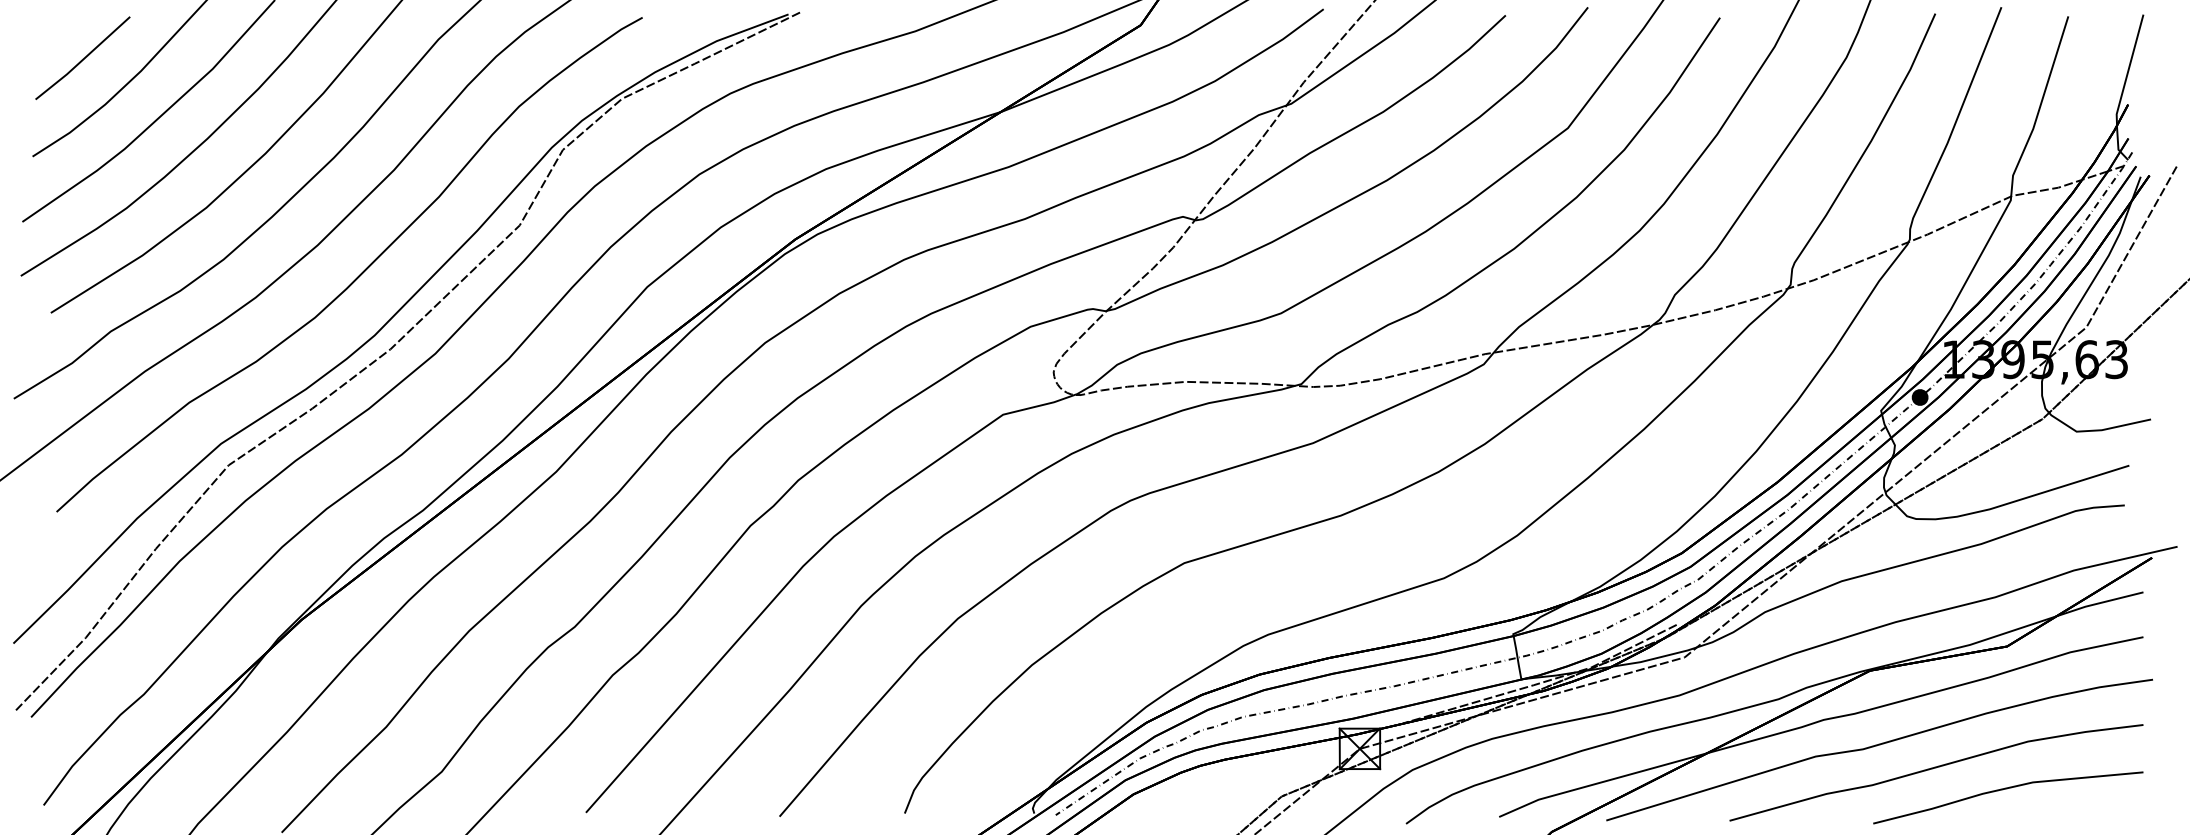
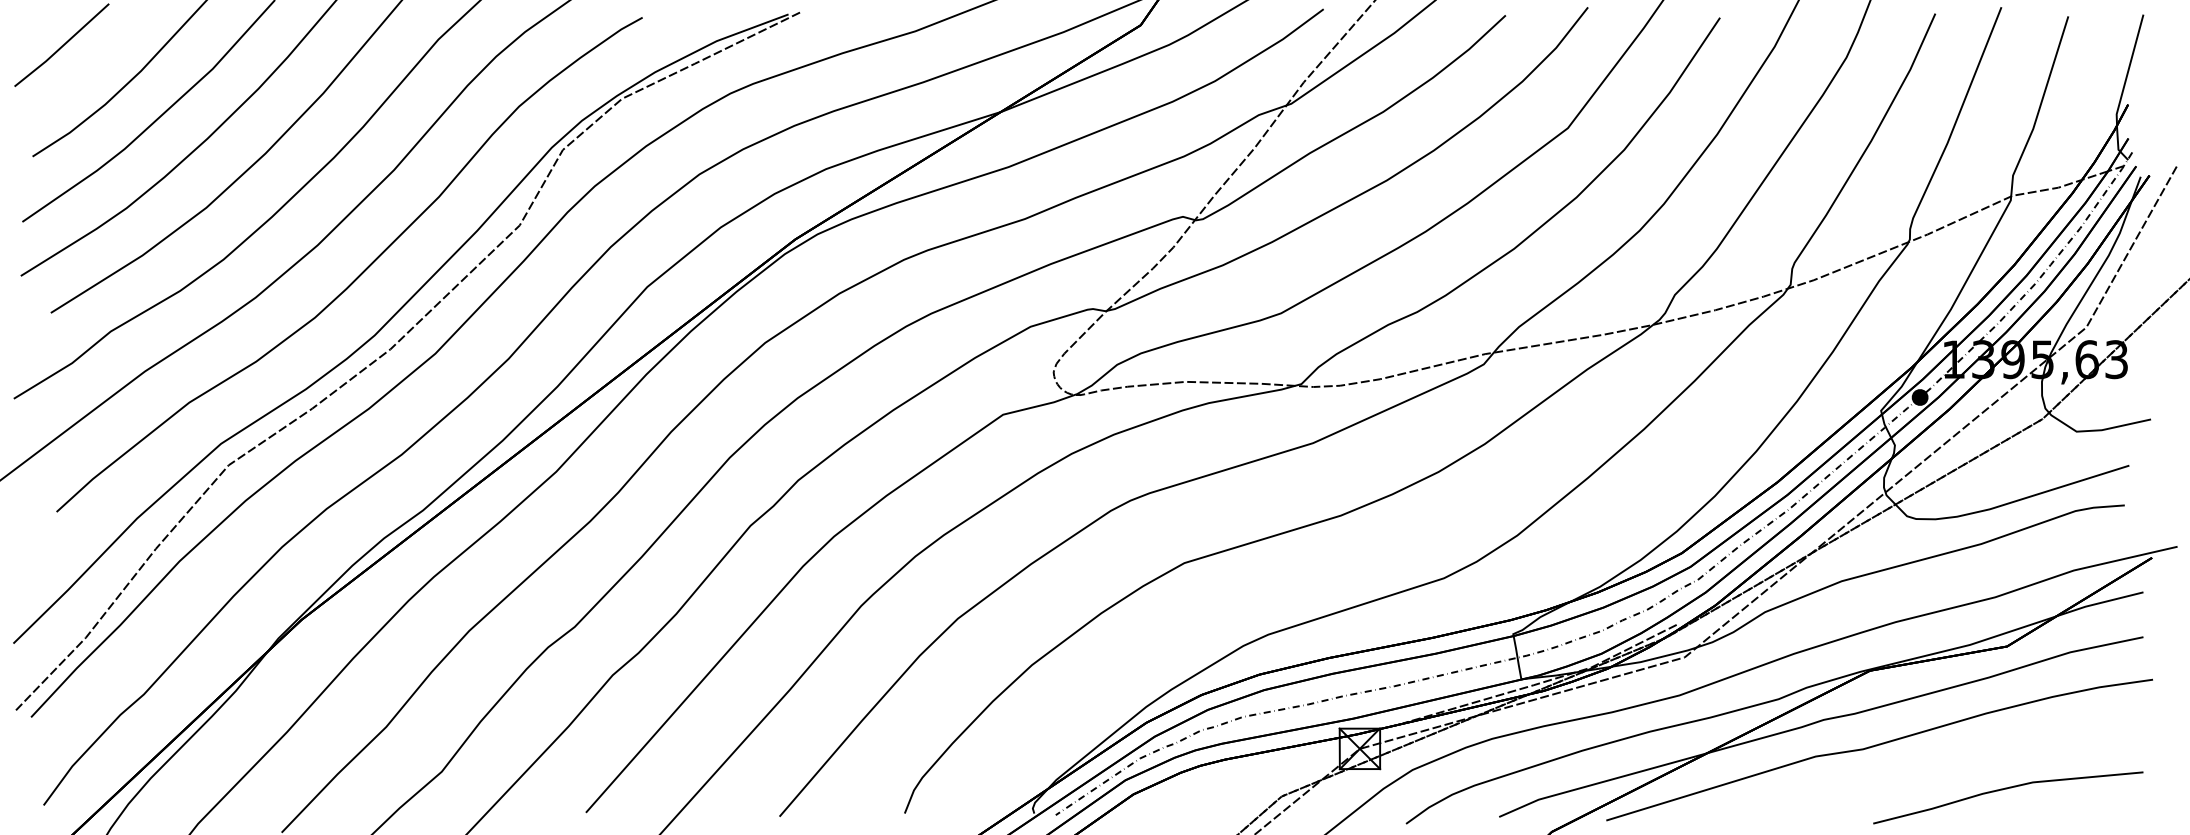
line at (82, 58) position: (82, 58) -> (61, 45)
curve at (1936, 768): present -> none
